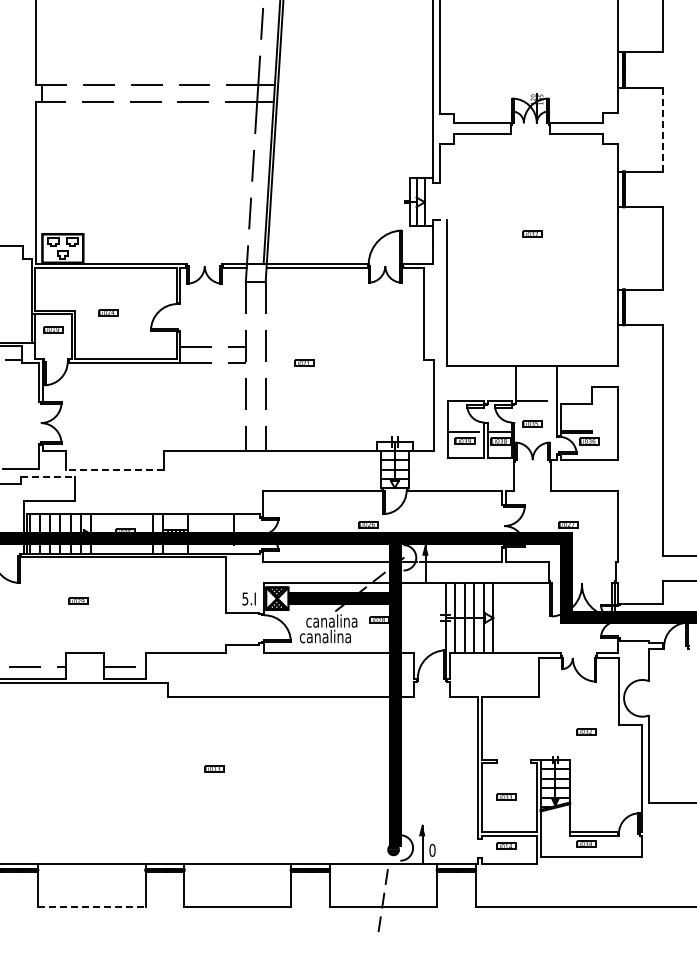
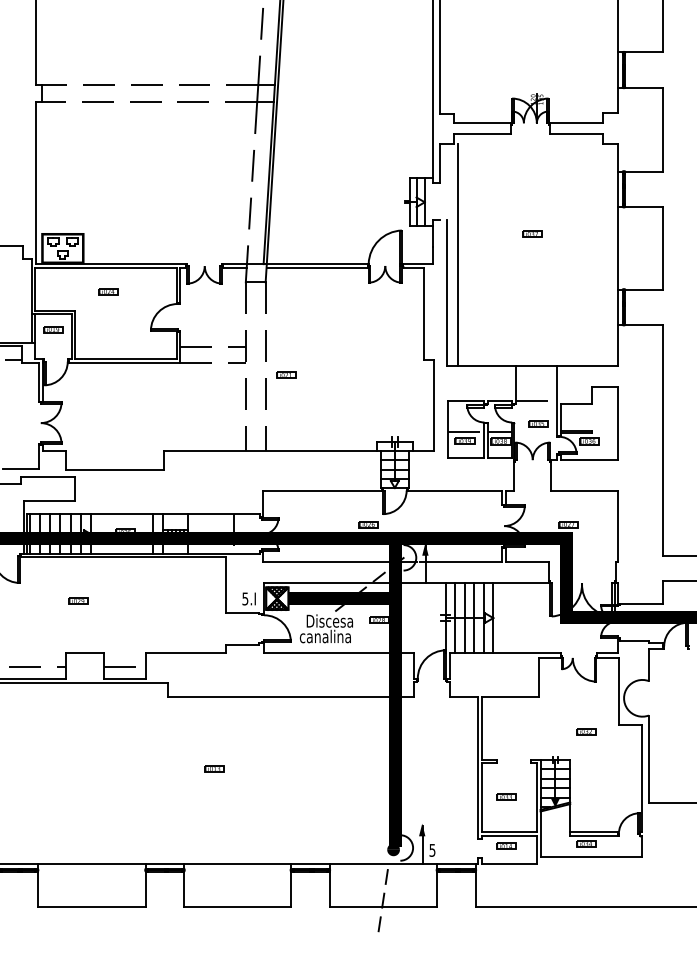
line at (662, 129): dashed -> solid
line at (458, 255): none -> present
part at (108, 312) position: (108, 312) -> (108, 291)
part at (304, 362) position: (304, 362) -> (286, 374)
part at (532, 423) position: (532, 423) -> (538, 423)
line at (114, 470): dashed -> solid
line at (48, 477): dashed -> solid
text at (331, 620): canalina -> Discesa
text at (432, 849): 0 -> 5
line at (92, 906): dashed -> solid
